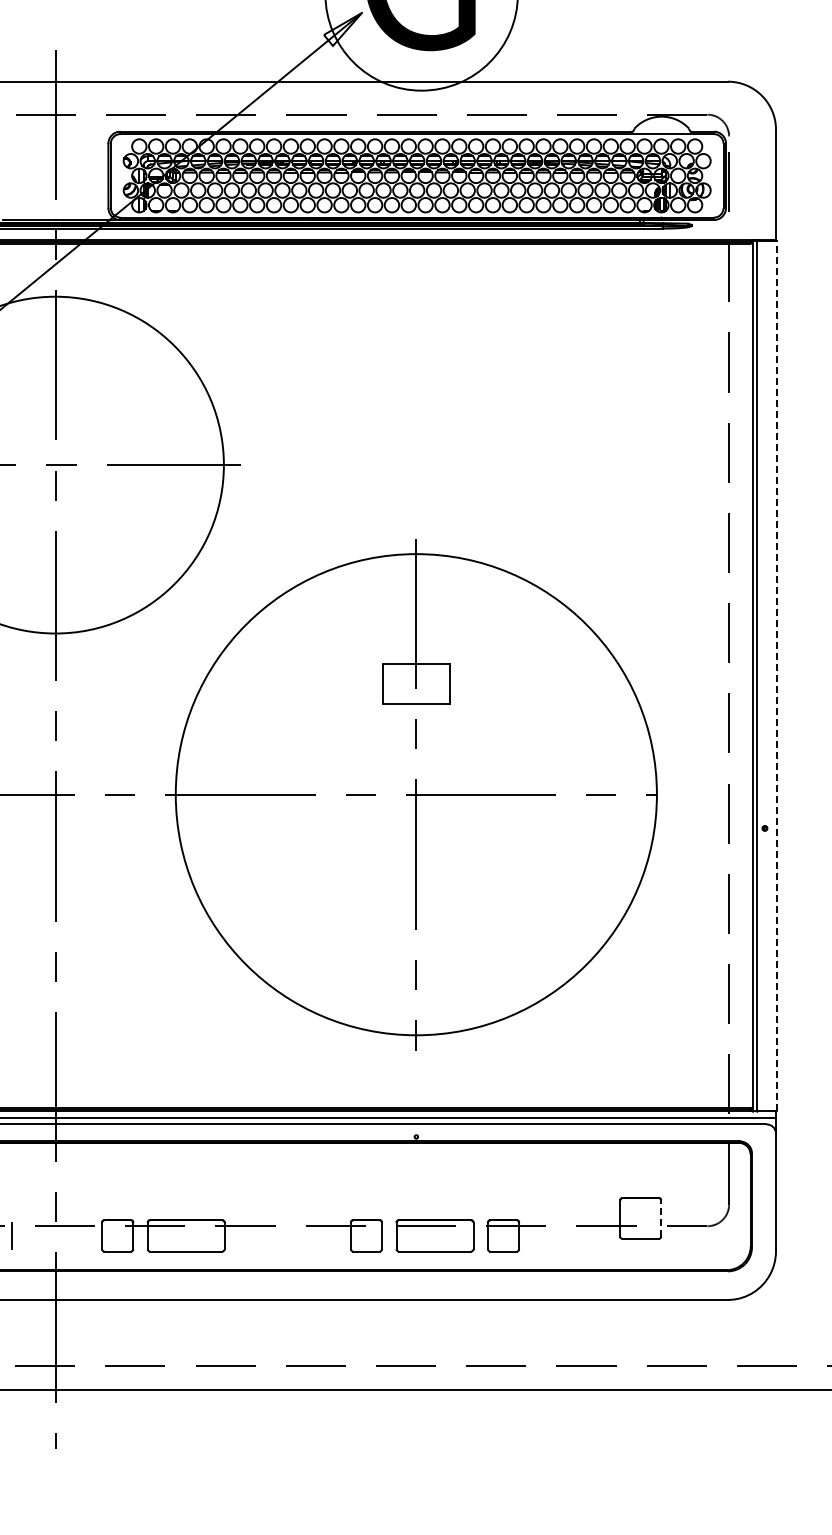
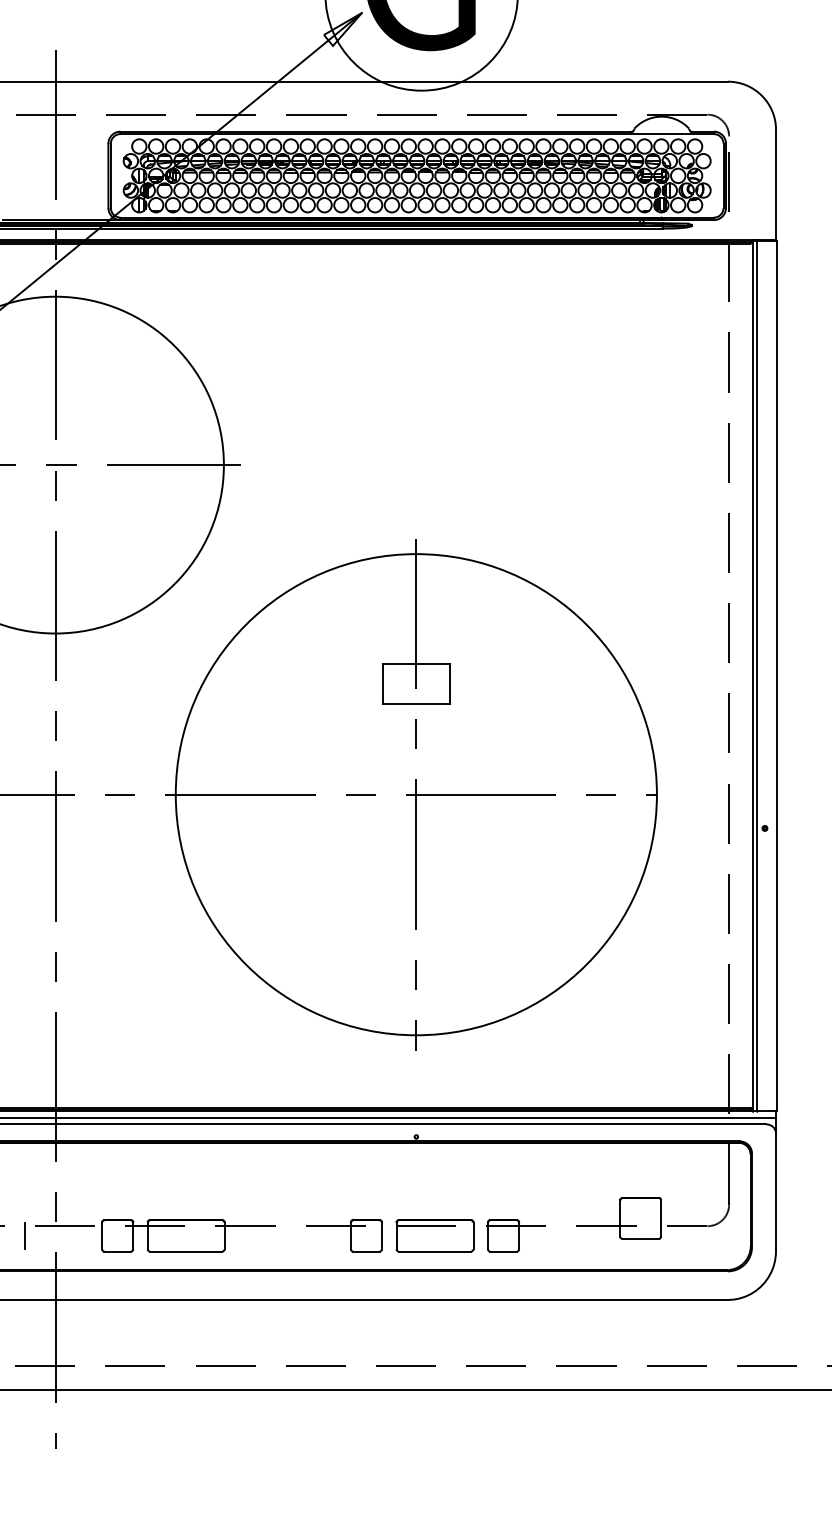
line at (776, 675): dashed -> solid
line at (661, 1218): dashed -> solid
line at (11, 1235) position: (11, 1235) -> (24, 1235)
